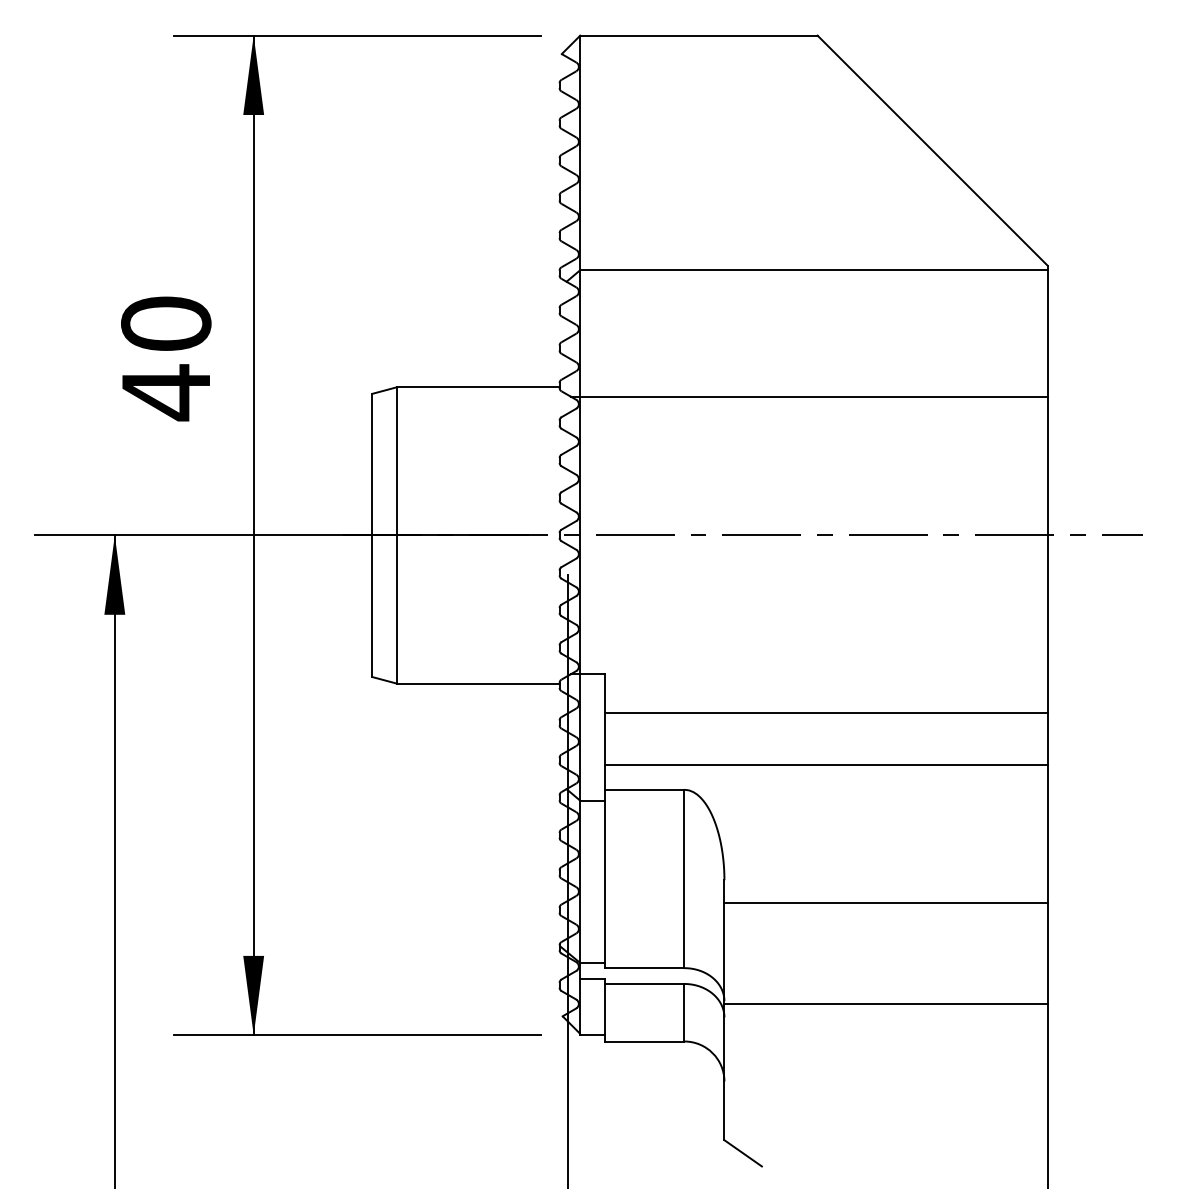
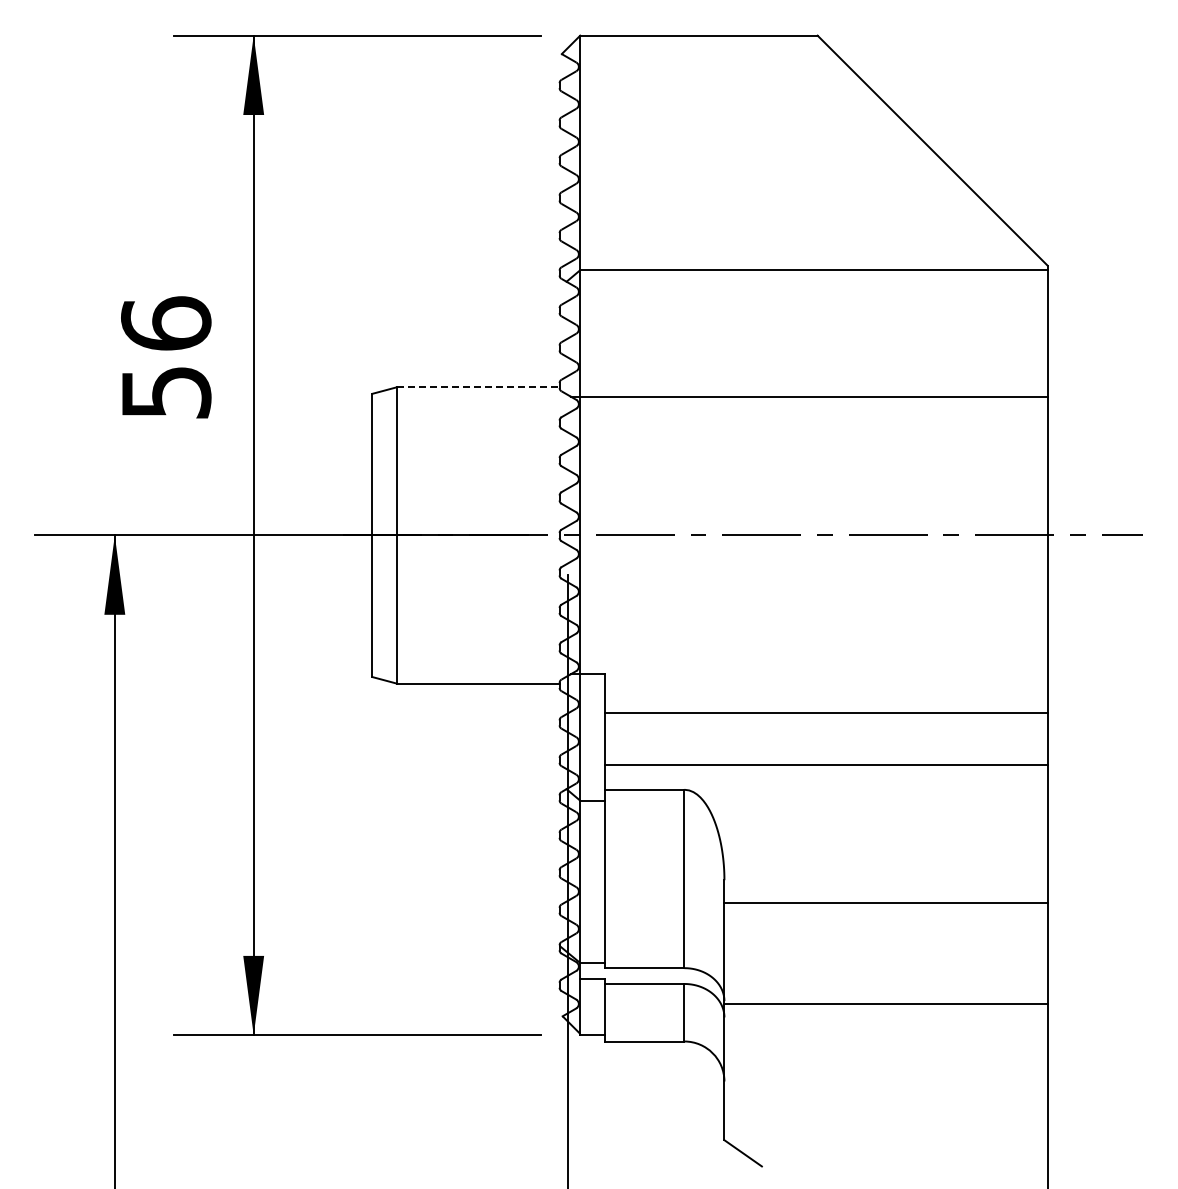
text at (166, 358): 40 -> 56
line at (478, 387): solid -> dashed
